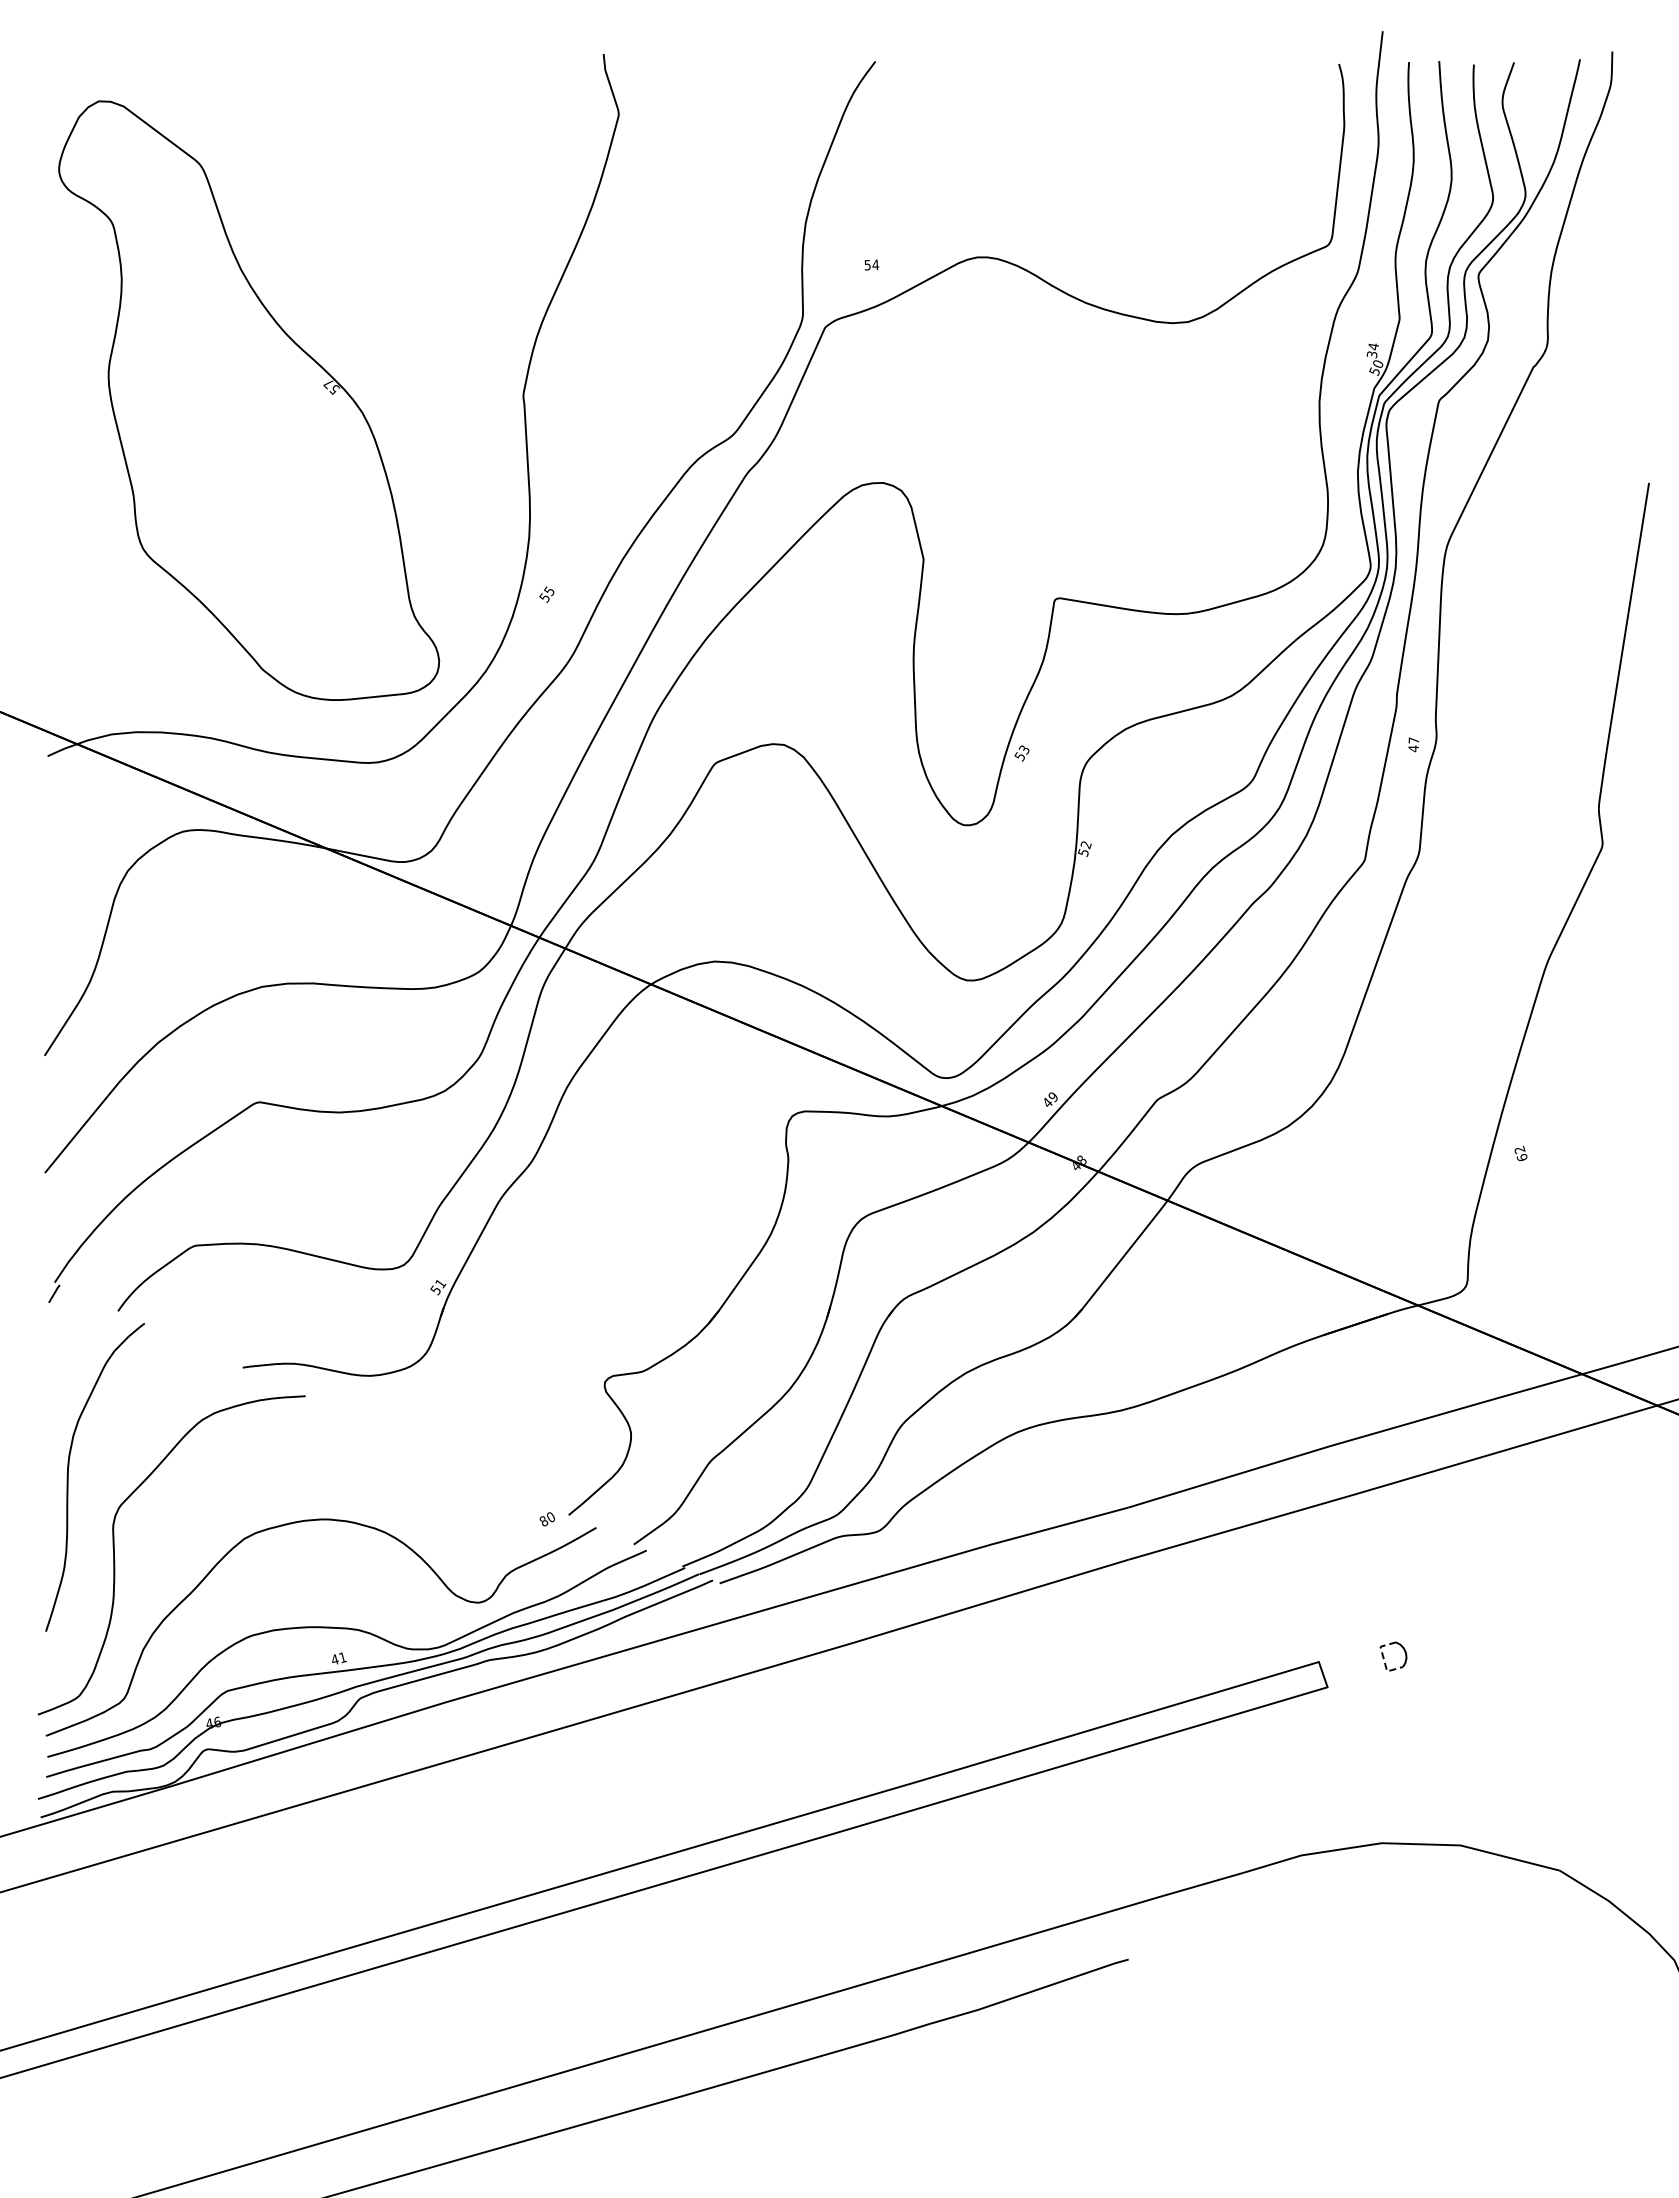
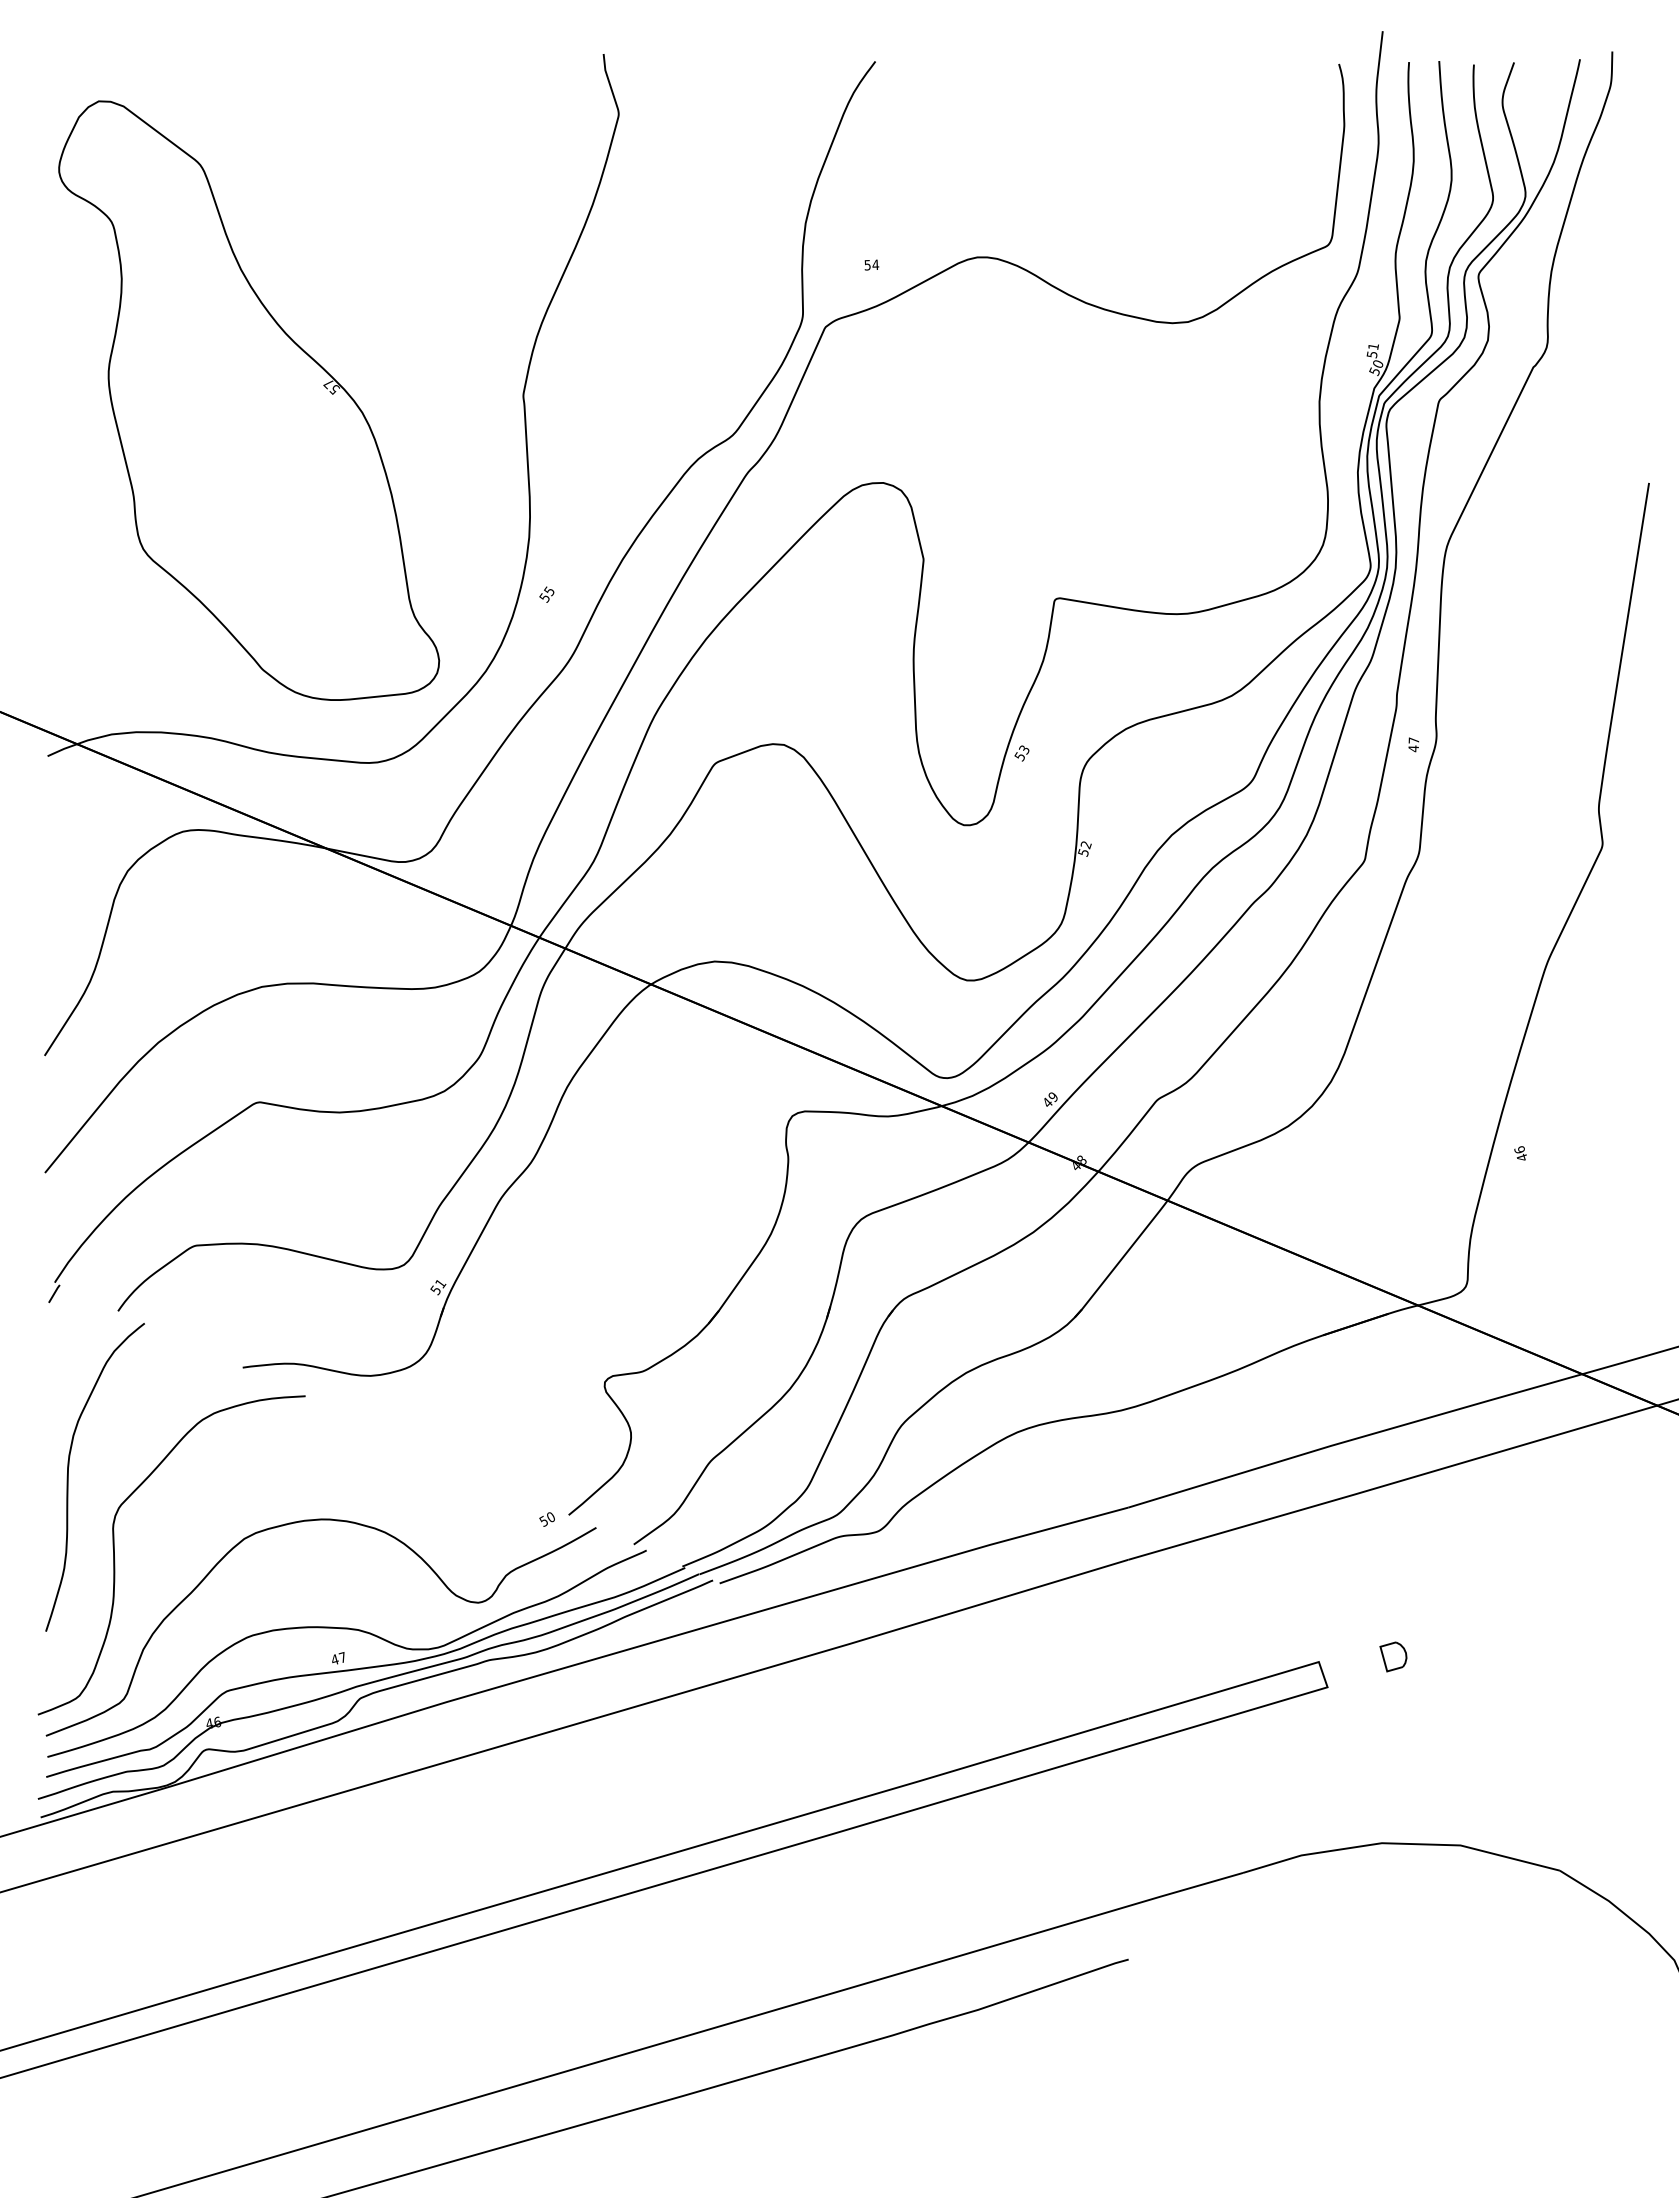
text at (1372, 350): 34 -> 51
text at (1520, 1153): 62 -> 46
text at (543, 1520): 80 -> 50
text at (342, 1657): 41 -> 47
line at (1383, 1659): dashed -> solid
